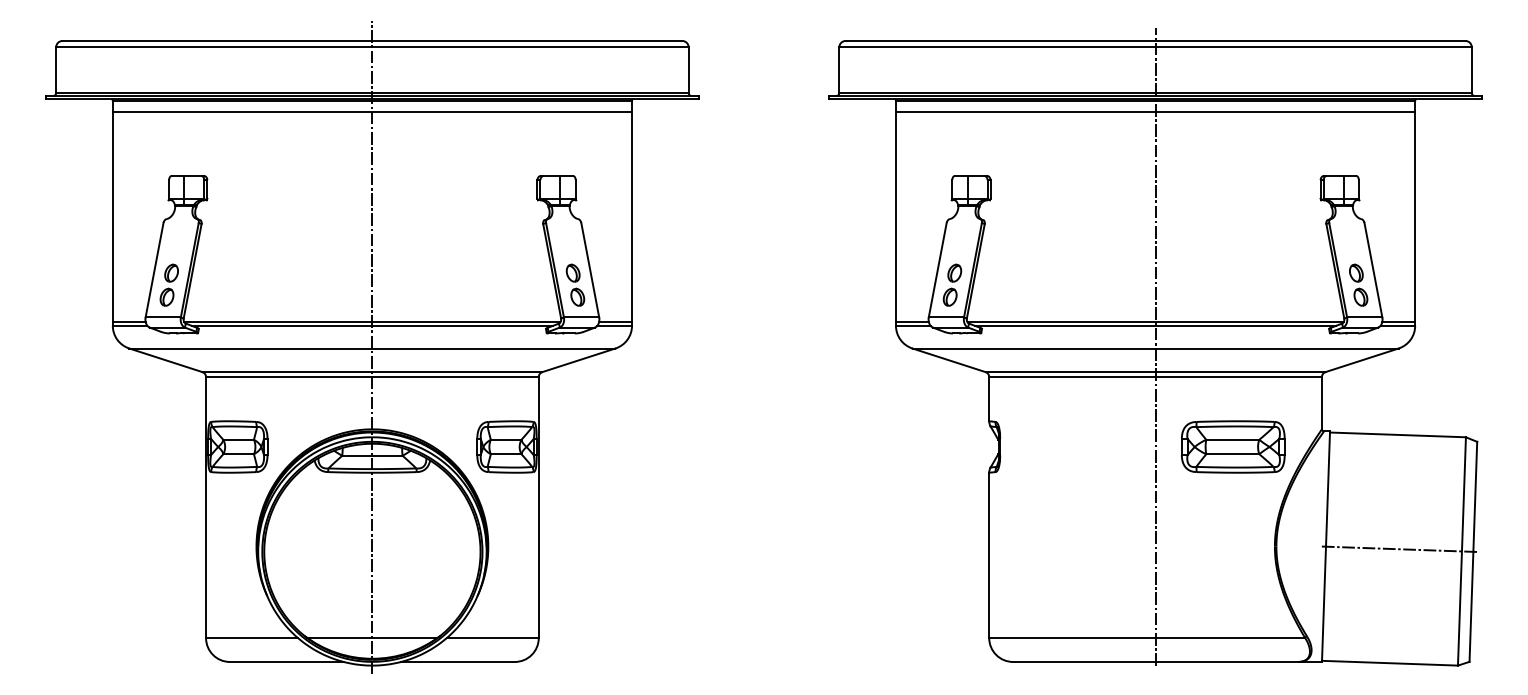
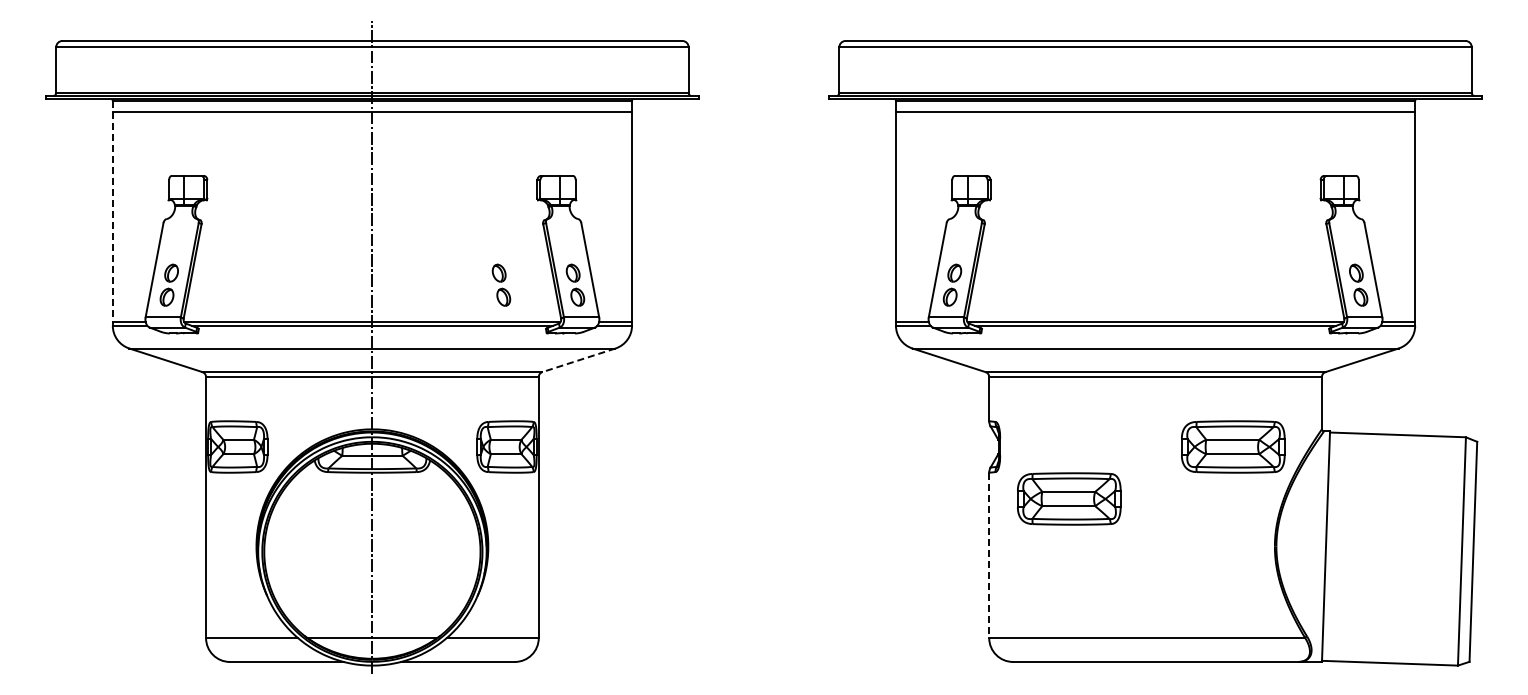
line at (112, 211): solid -> dashed
part at (501, 284): none -> present
line at (1155, 347): present -> none
line at (578, 360): solid -> dashed
part at (1069, 498): none -> present
line at (1399, 548): present -> none
line at (989, 555): solid -> dashed
